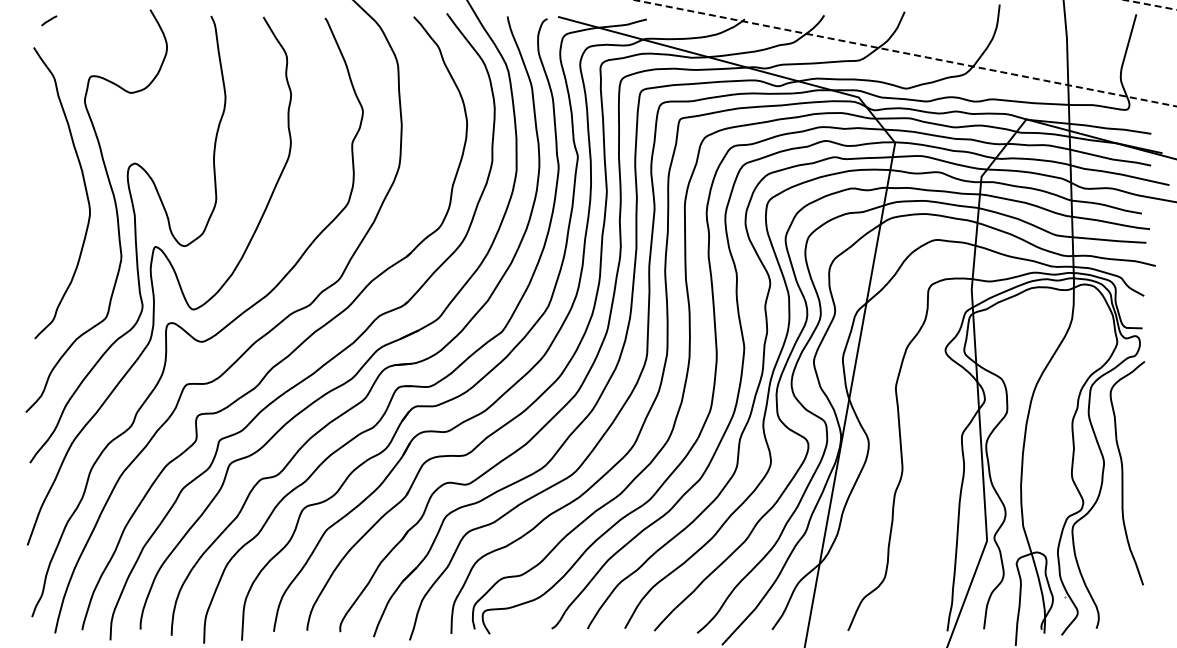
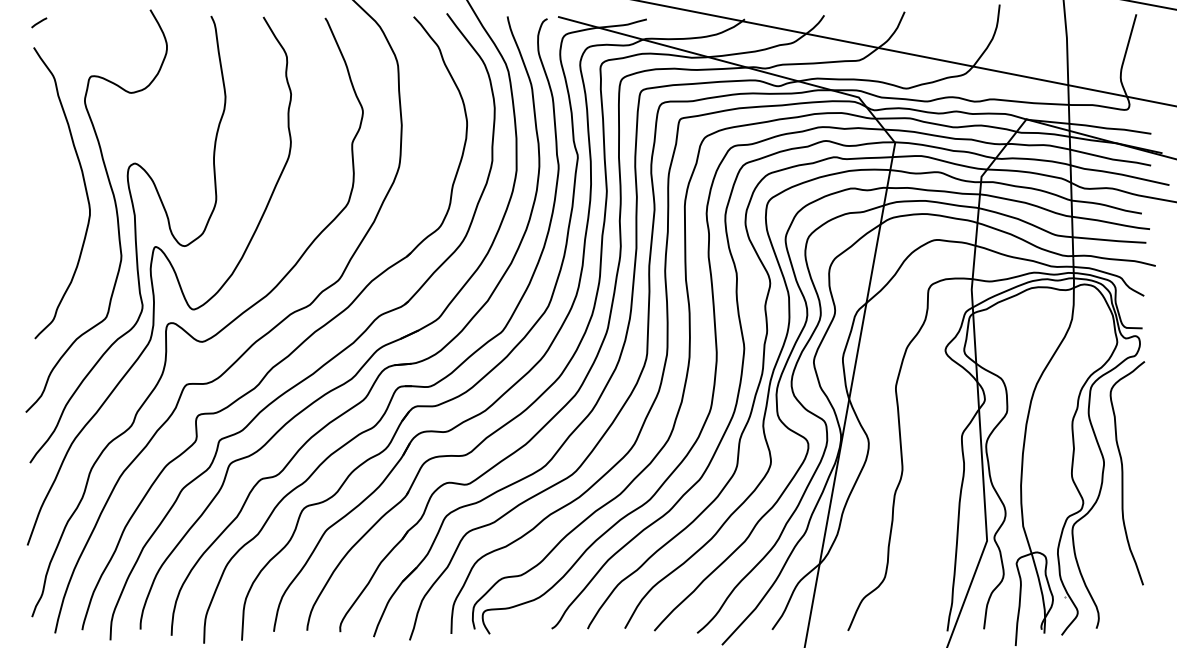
line at (49, 20) position: (49, 20) -> (39, 22)
line at (931, 58): dashed -> solid
